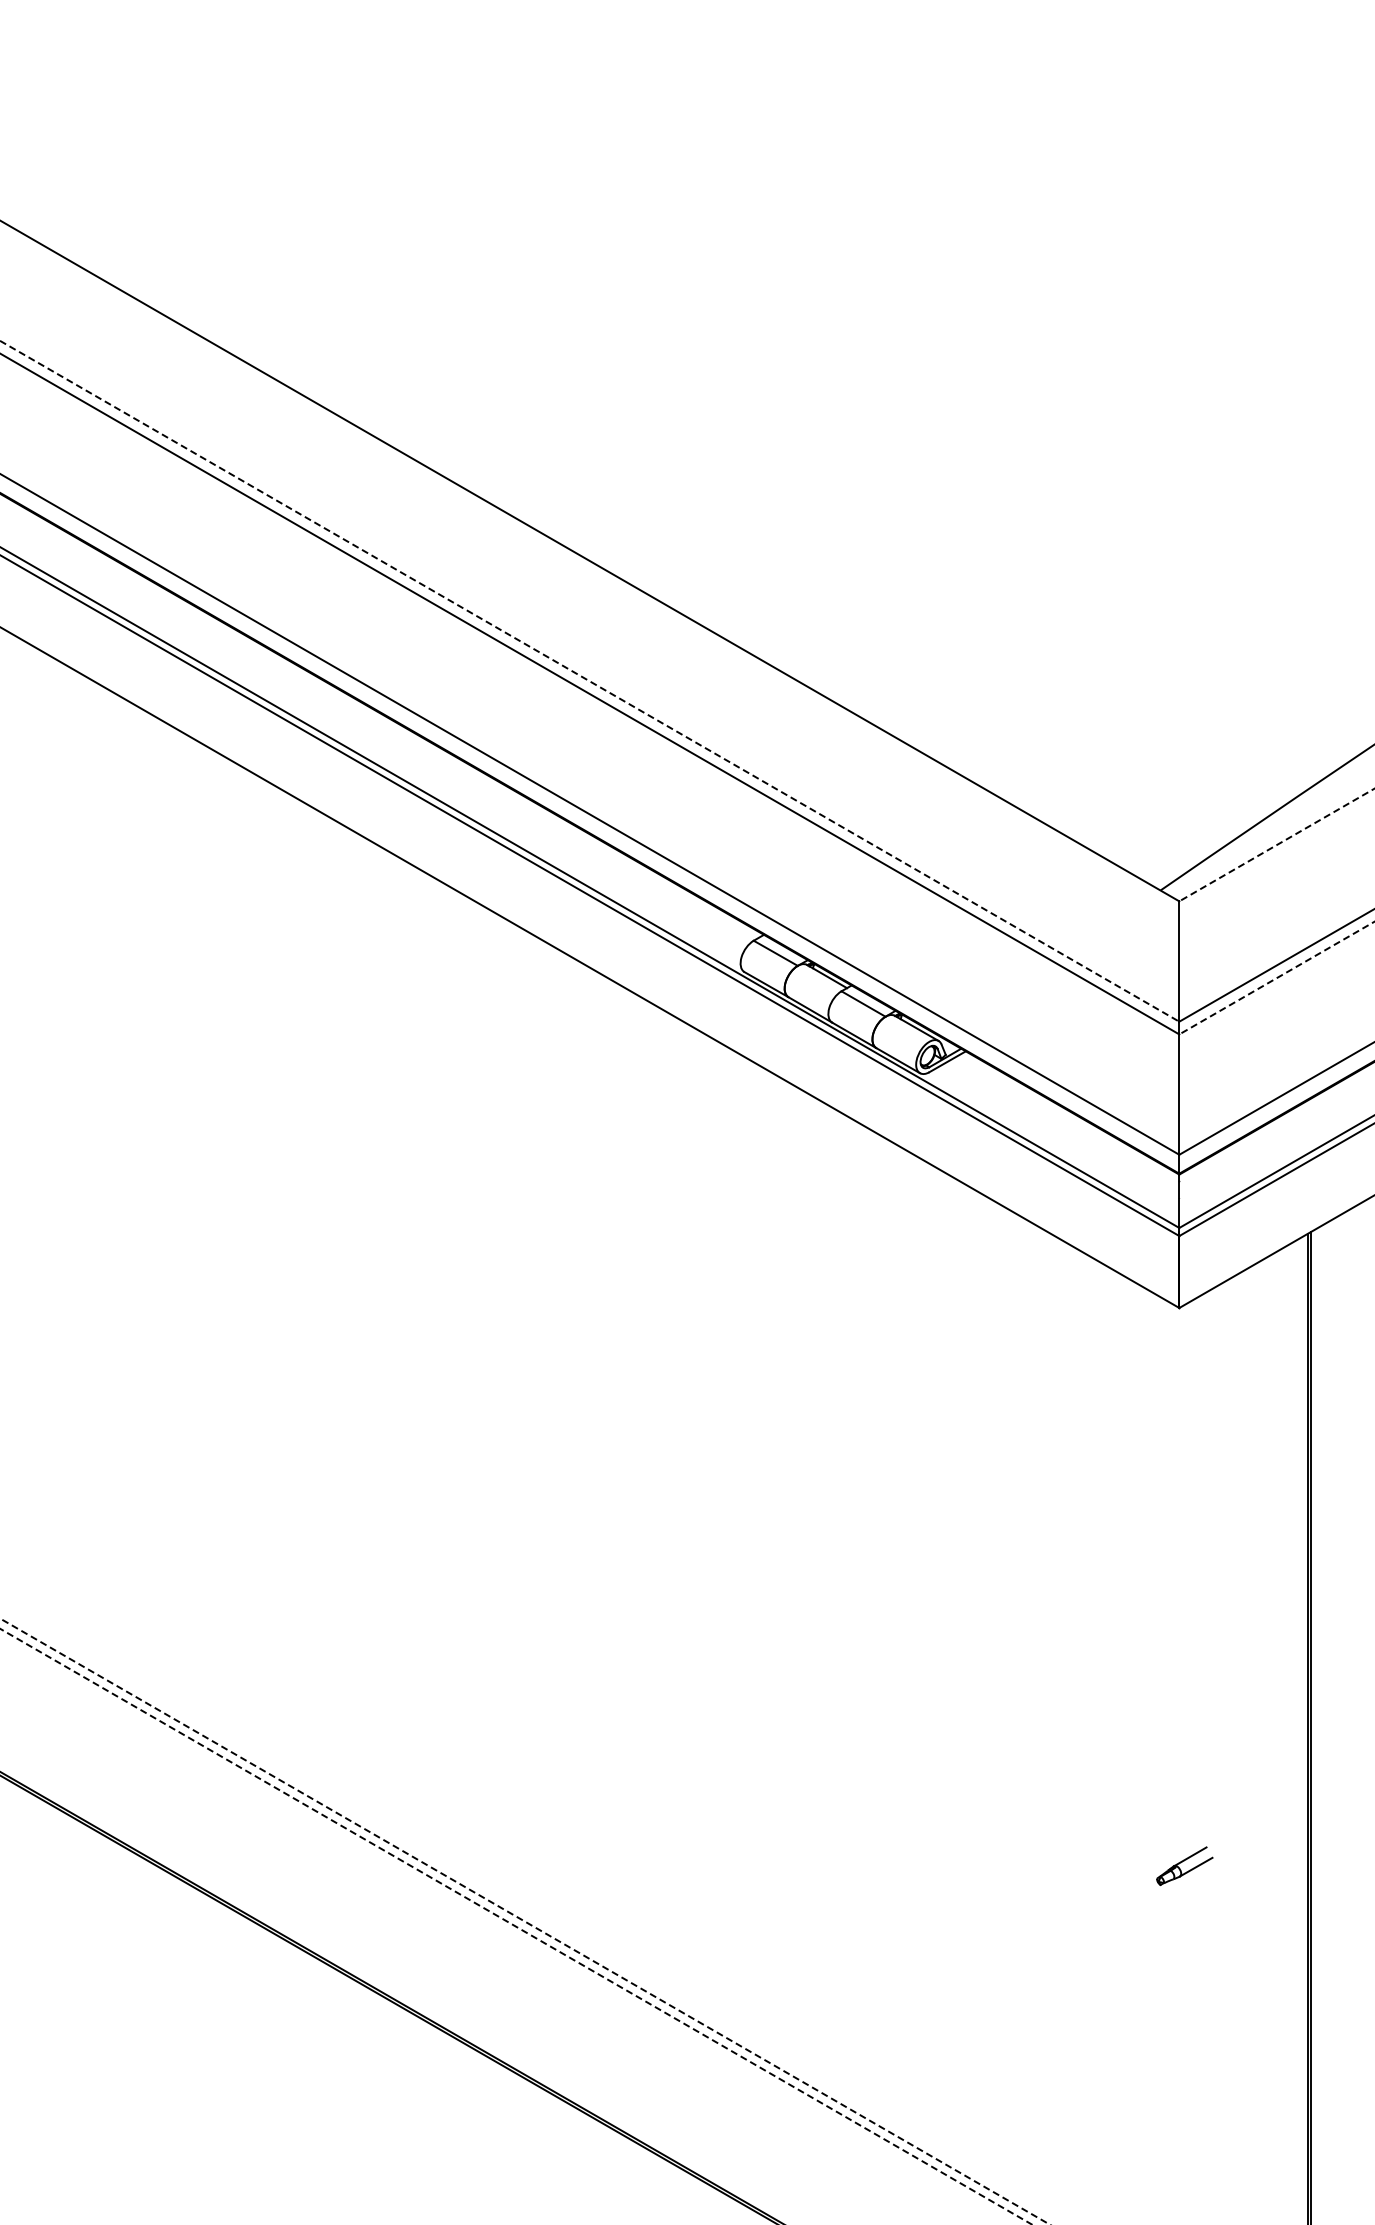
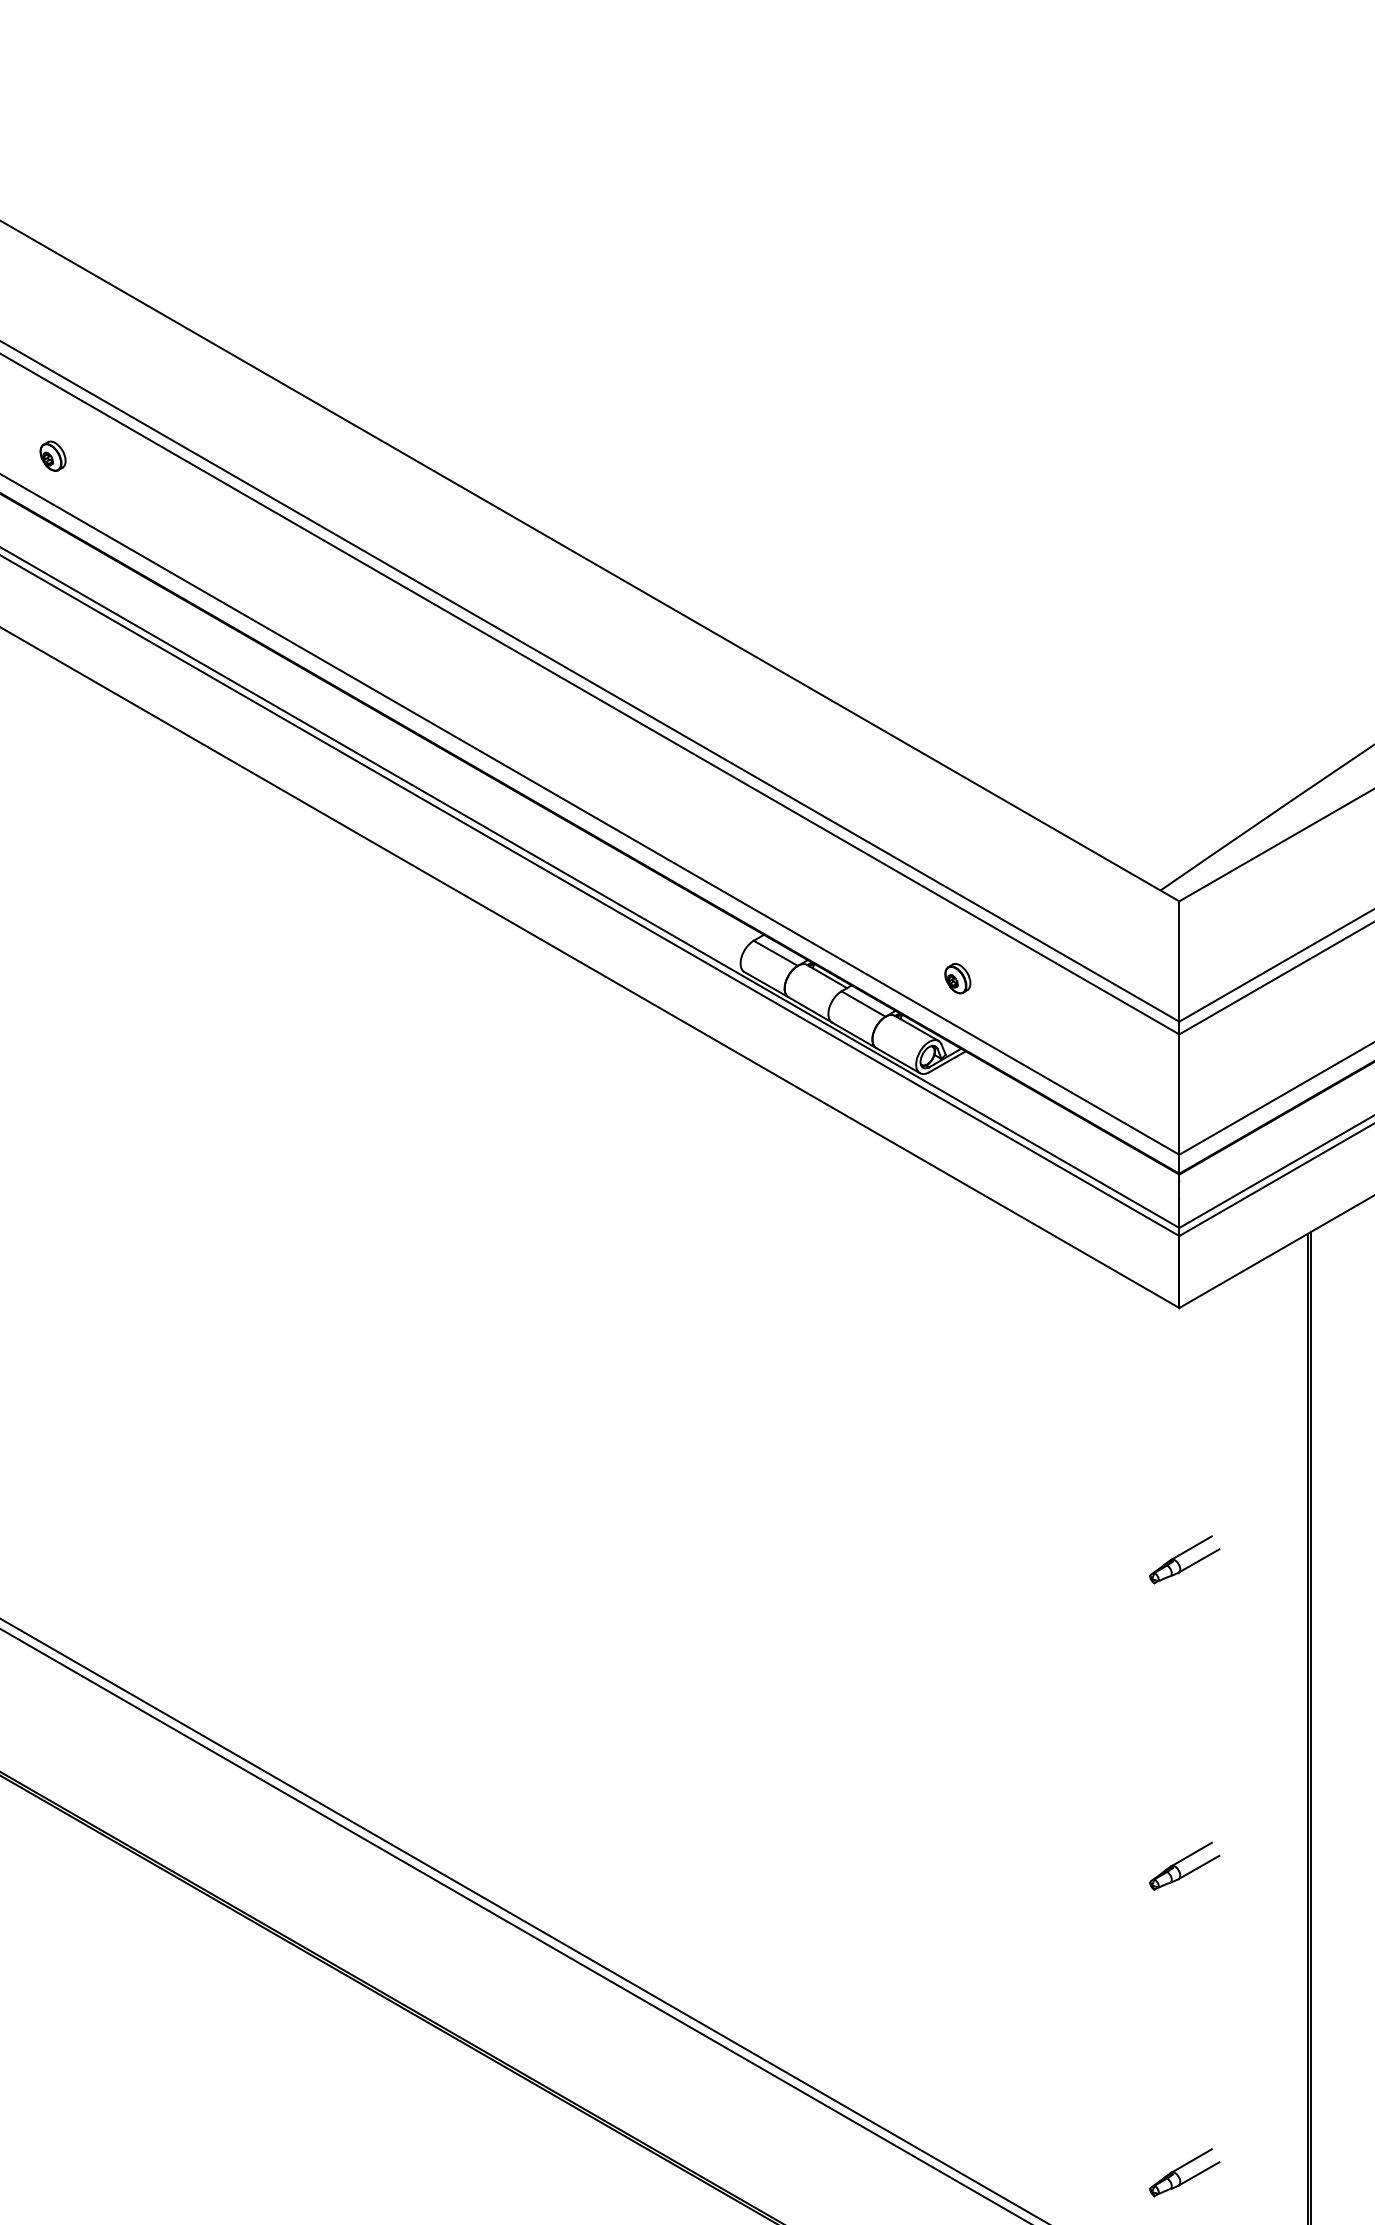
part at (52, 455): none -> present
line at (590, 681): dashed -> solid
line at (1276, 845): dashed -> solid
part at (957, 978): none -> present
line at (1276, 978): dashed -> solid
part at (1184, 1559): none -> present
part at (1184, 1865) size: 58x40 px -> 72x50 px
line at (524, 1921): dashed -> solid
line at (516, 1926): dashed -> solid
part at (1184, 2172): none -> present
